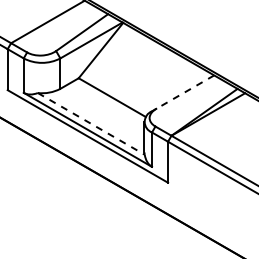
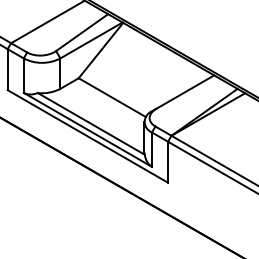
line at (184, 92): dashed -> solid
line at (91, 123): dashed -> solid
